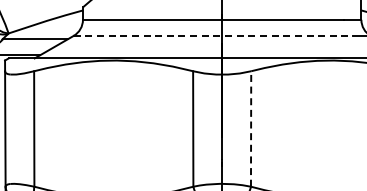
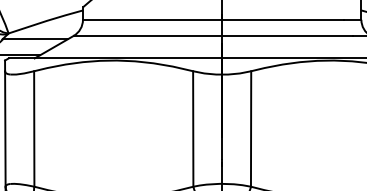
line at (213, 35): dashed -> solid
line at (251, 128): dashed -> solid
